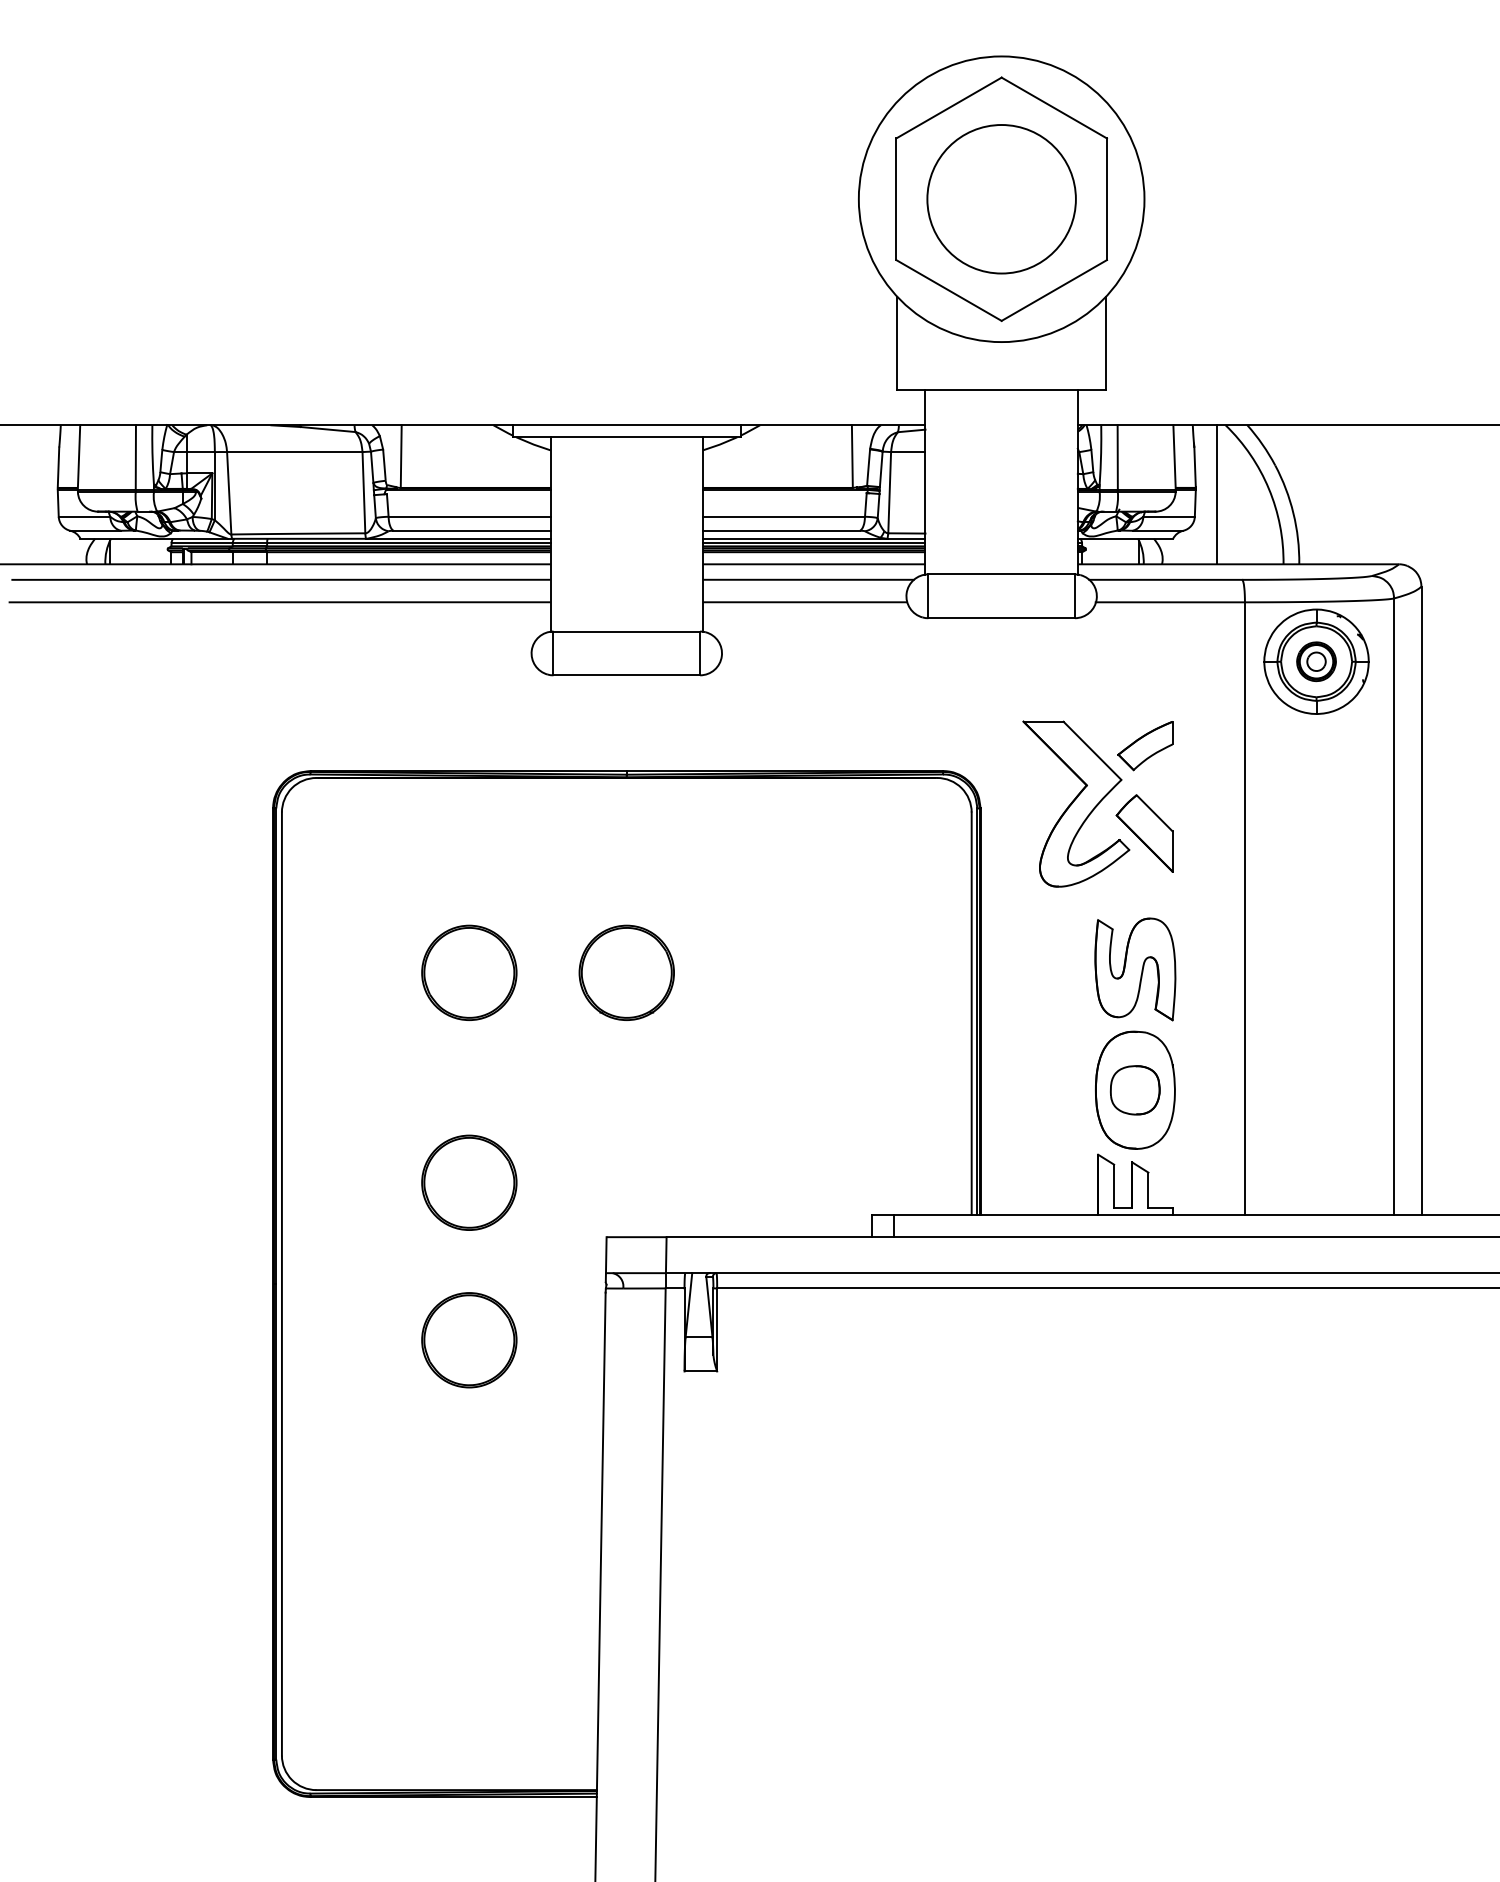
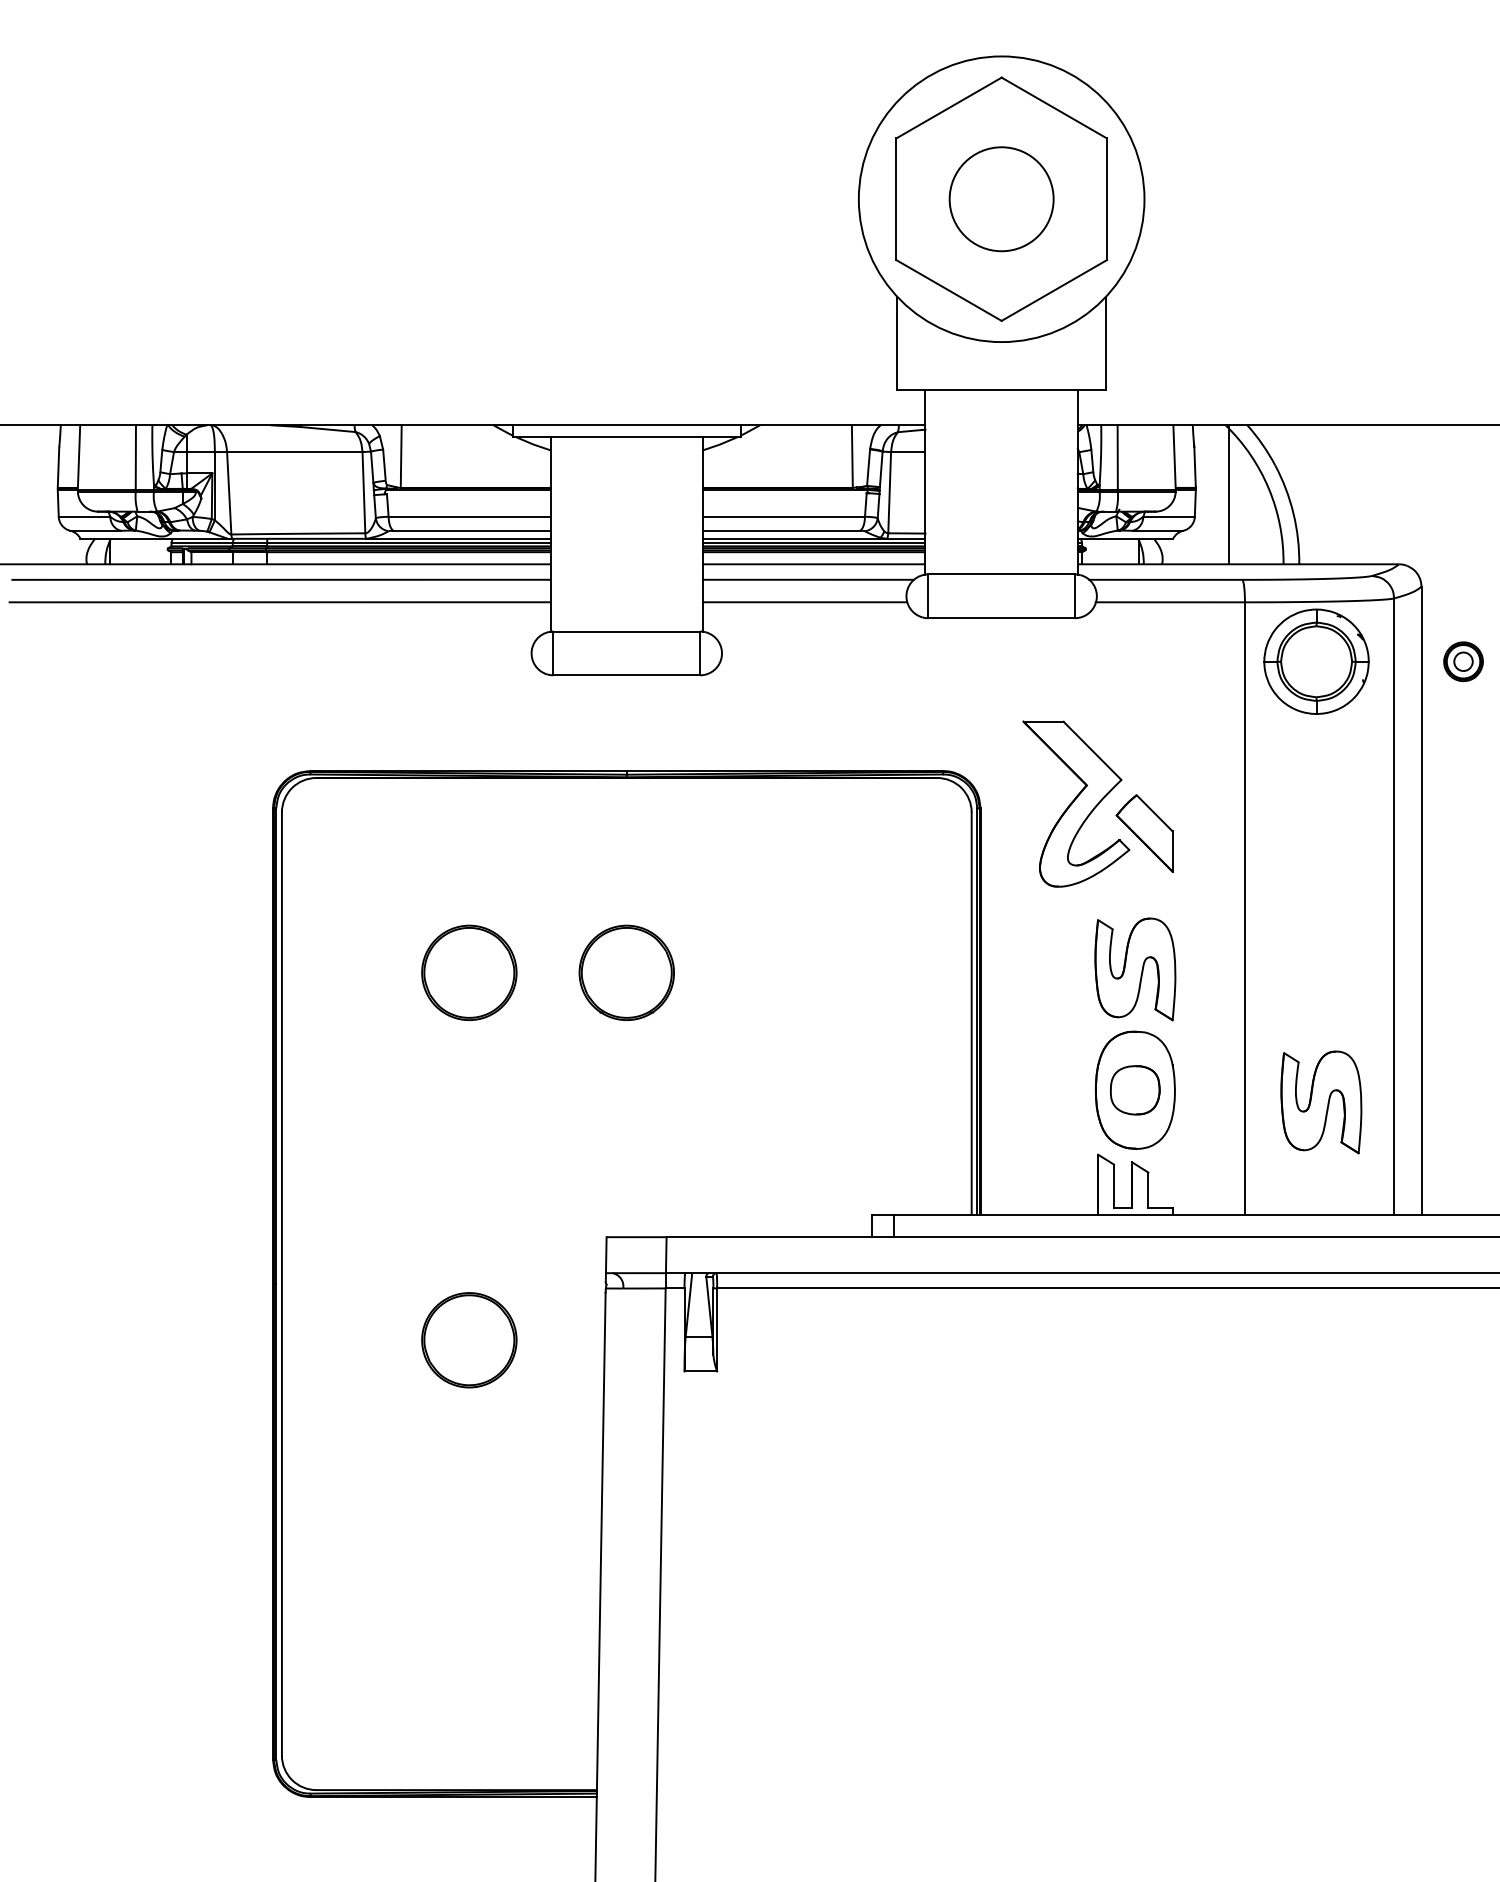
circle at (1001, 199) diameter: 149 px -> 104 px
line at (1216, 494) position: (1216, 494) -> (1228, 494)
part at (1316, 661) position: (1316, 661) -> (1463, 661)
part at (1145, 746): present -> none
part at (1321, 1102): none -> present
part at (469, 1182): present -> none
